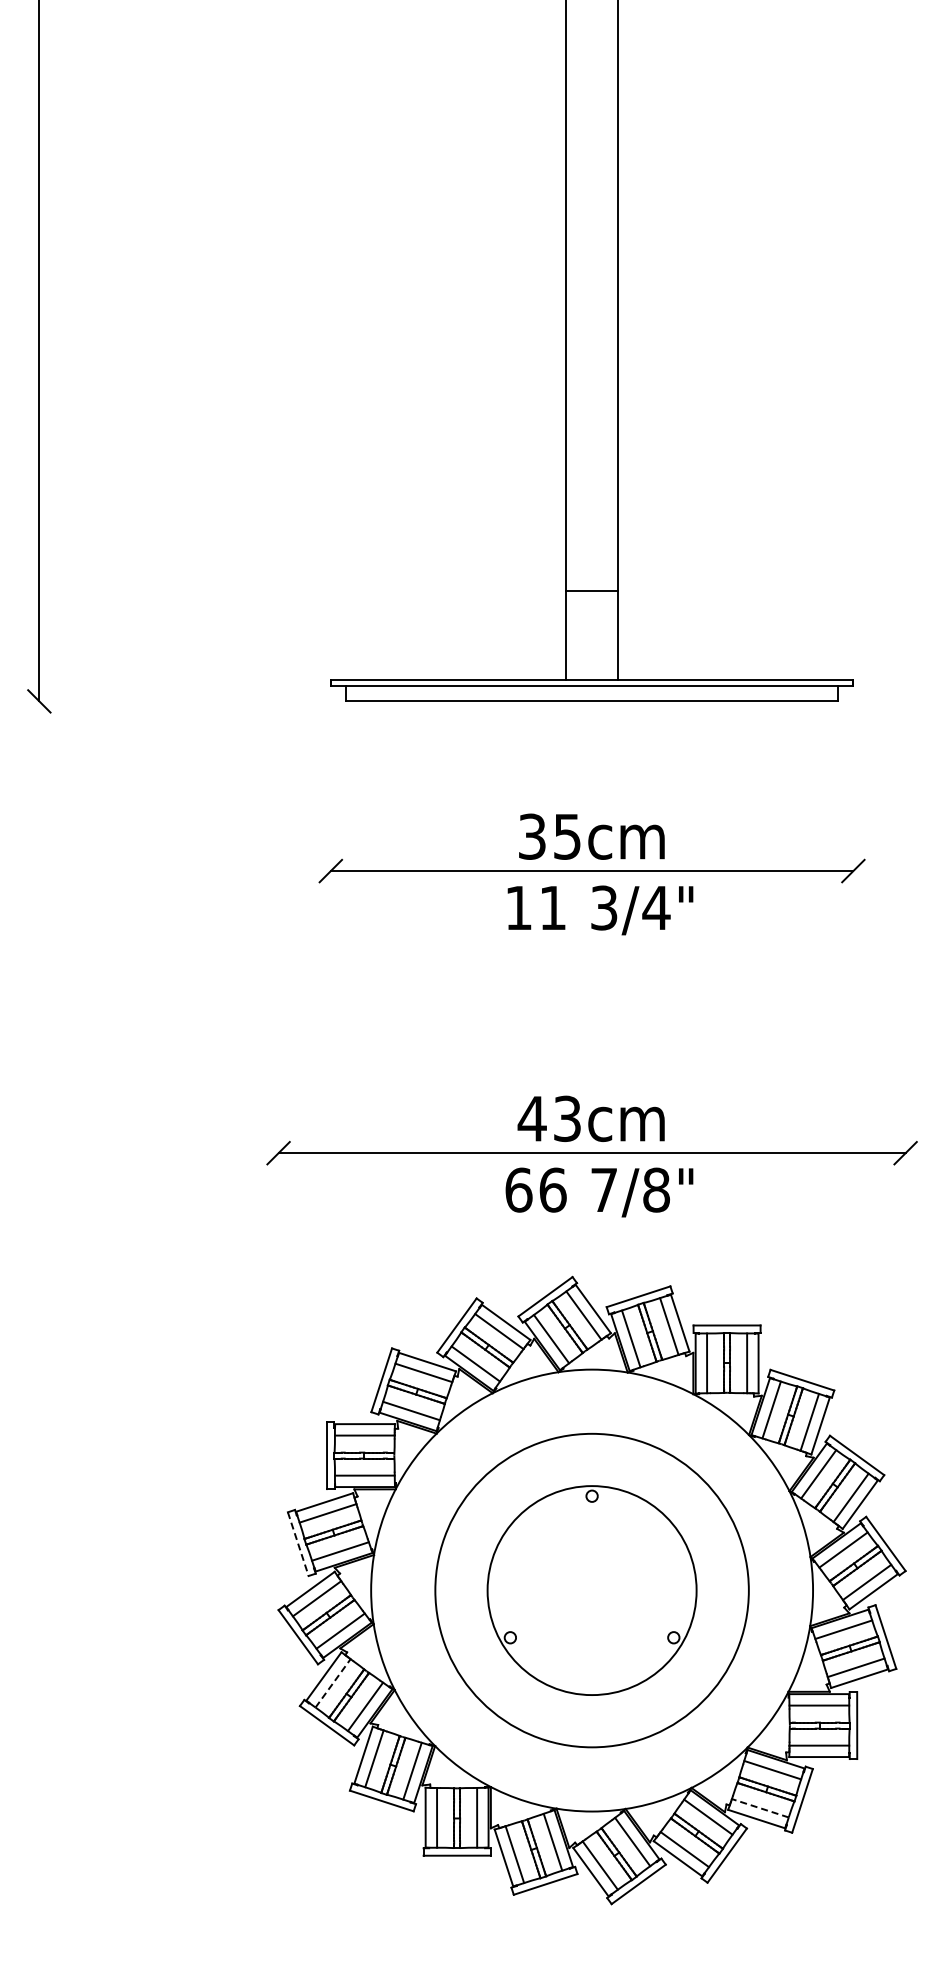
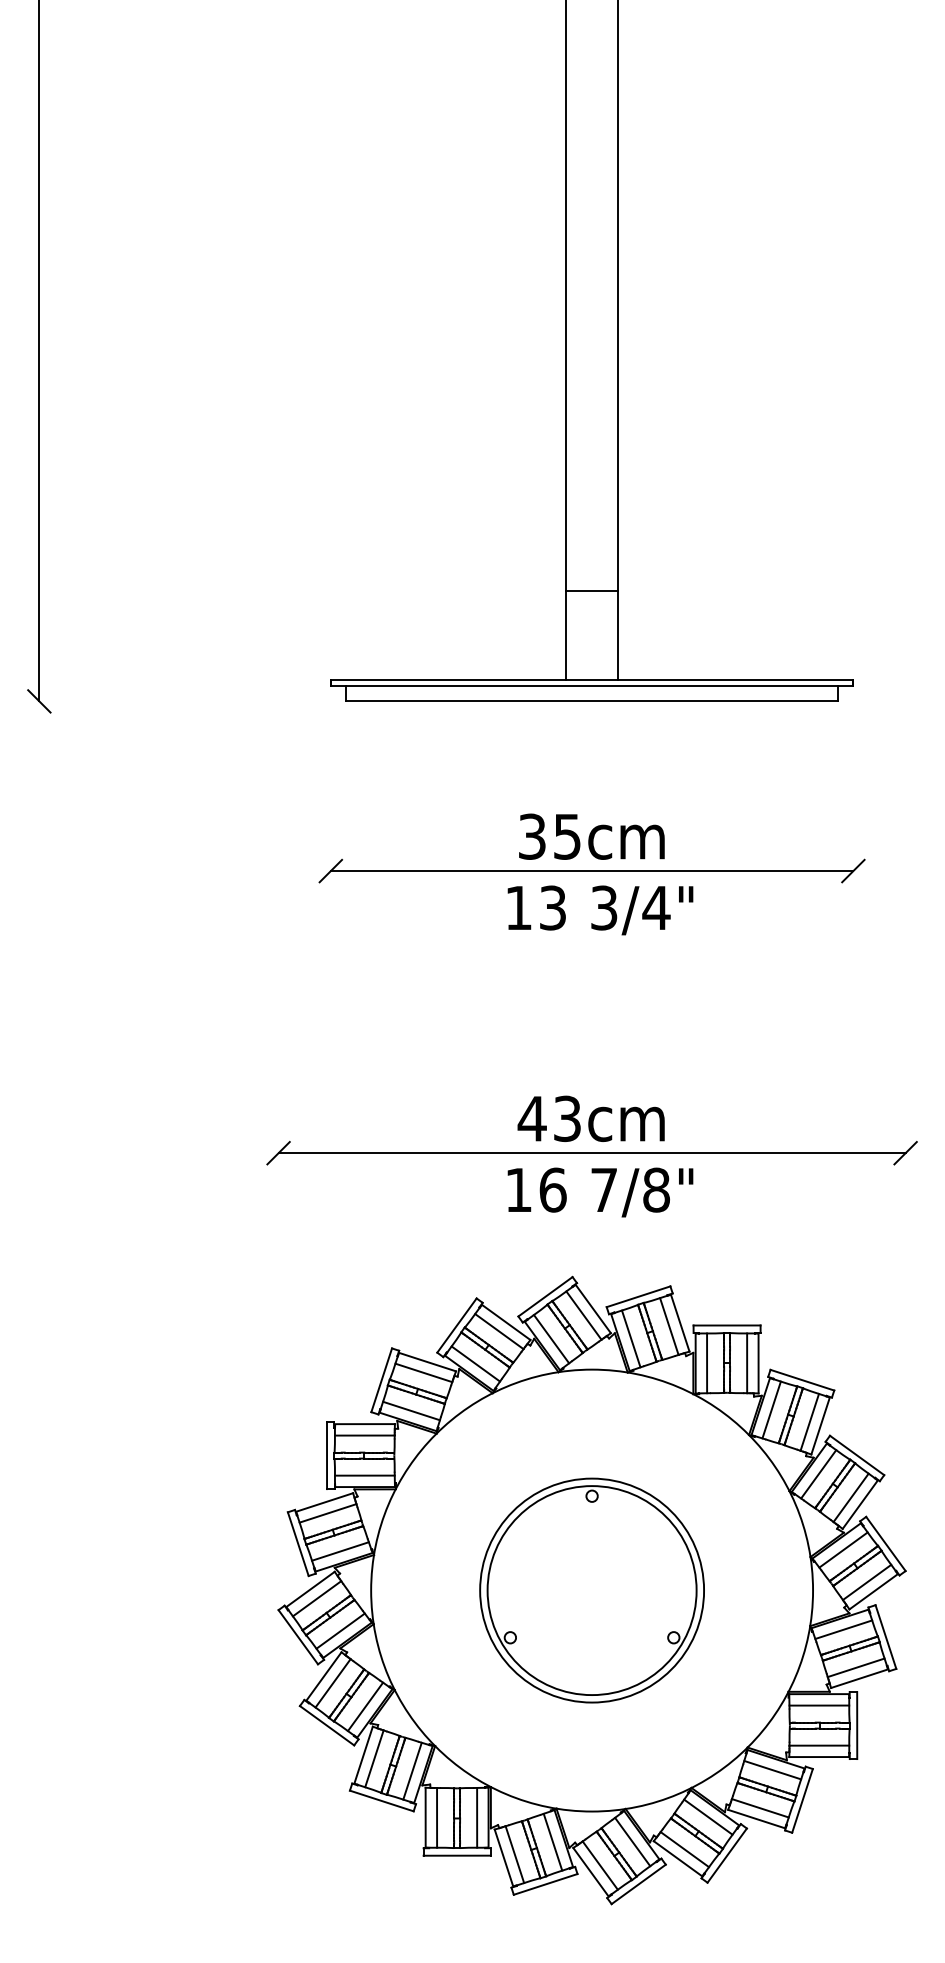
text at (552, 907): 11 -> 13
text at (518, 1189): 66 -> 16
line at (298, 1544): dashed -> solid
circle at (591, 1590) diameter: 314 px -> 224 px
line at (333, 1683): dashed -> solid
line at (760, 1808): dashed -> solid
